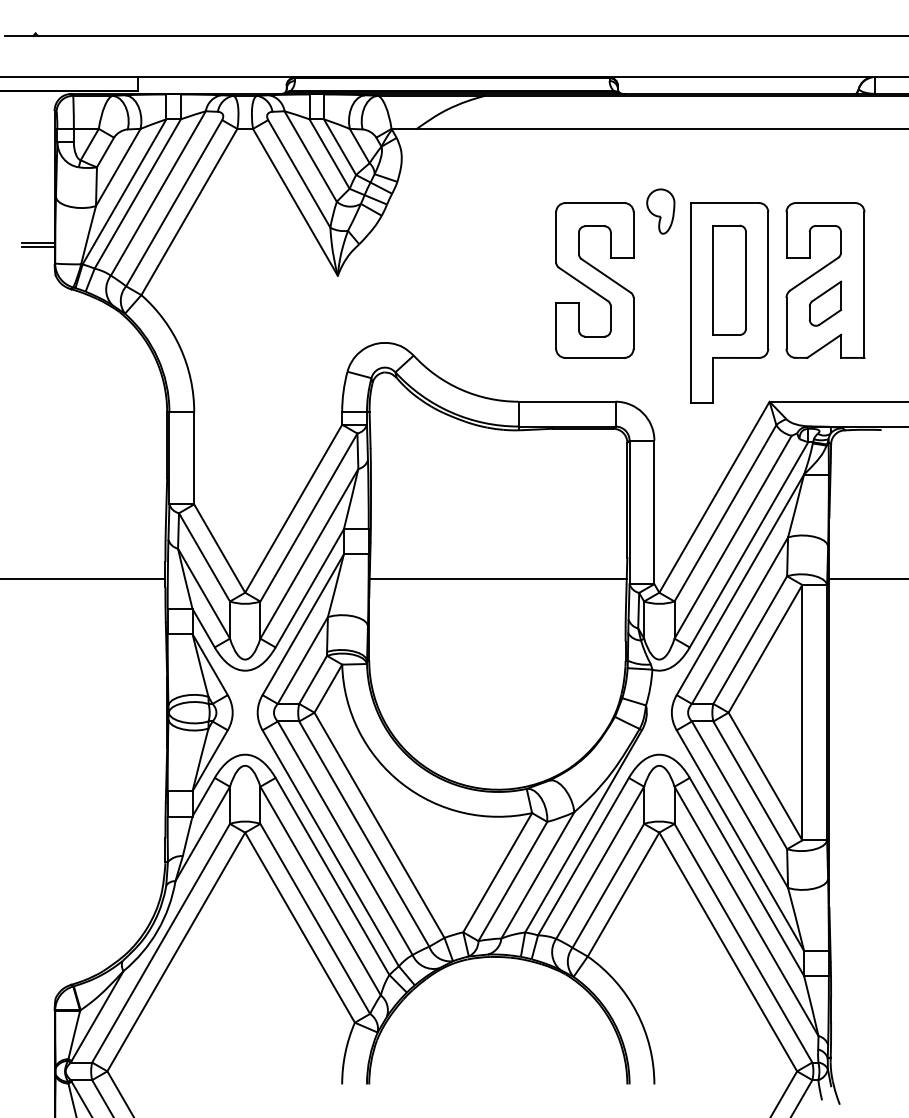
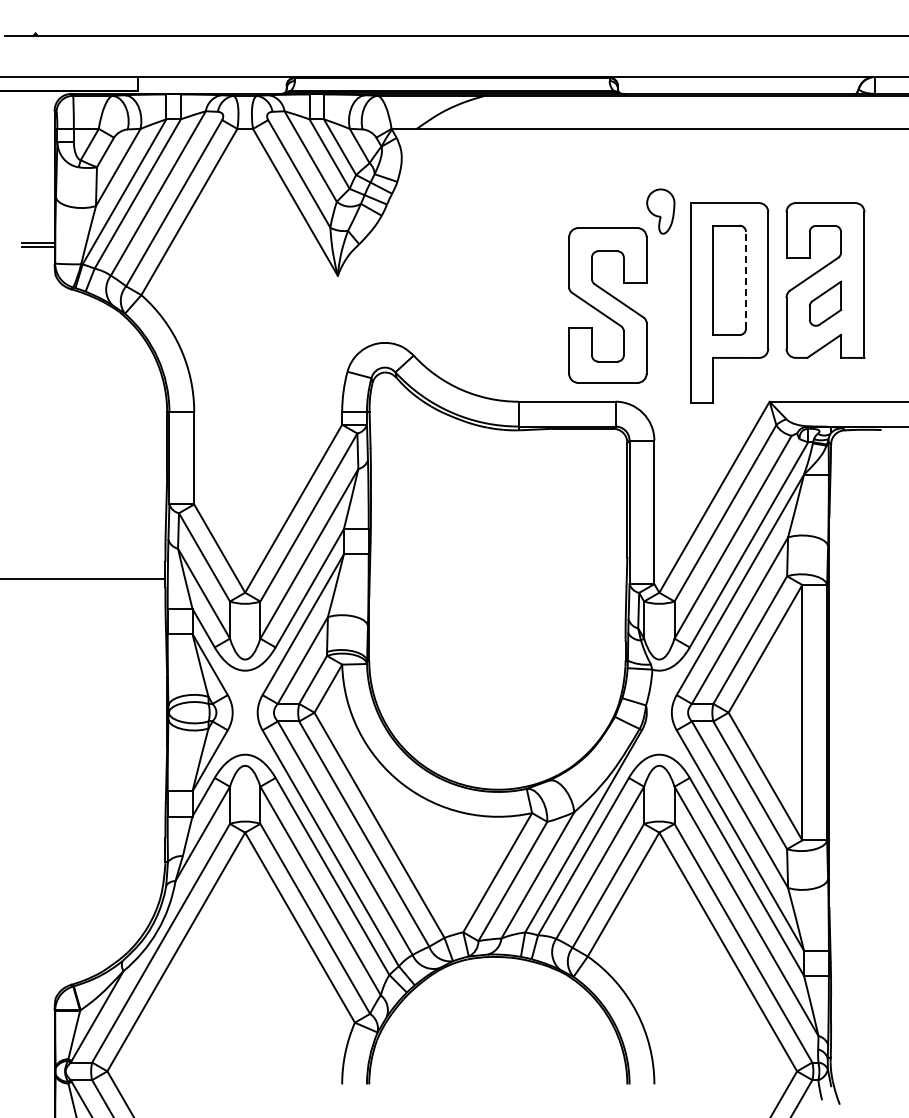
line at (745, 279): solid -> dashed
part at (594, 280) position: (594, 280) -> (607, 305)
line at (497, 578): present -> none
line at (867, 578): present -> none
